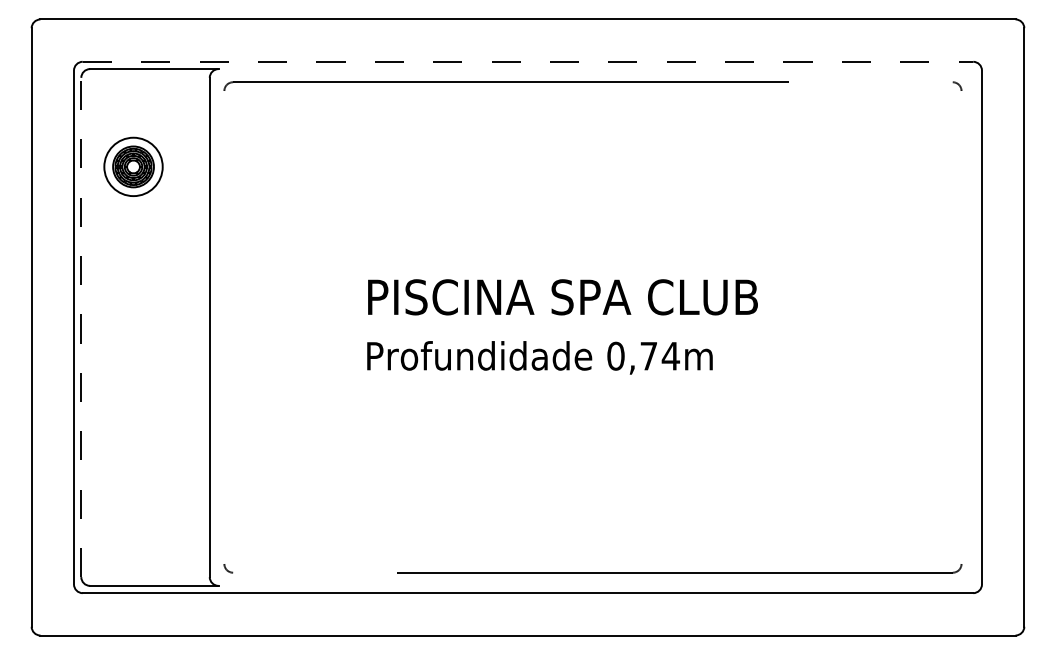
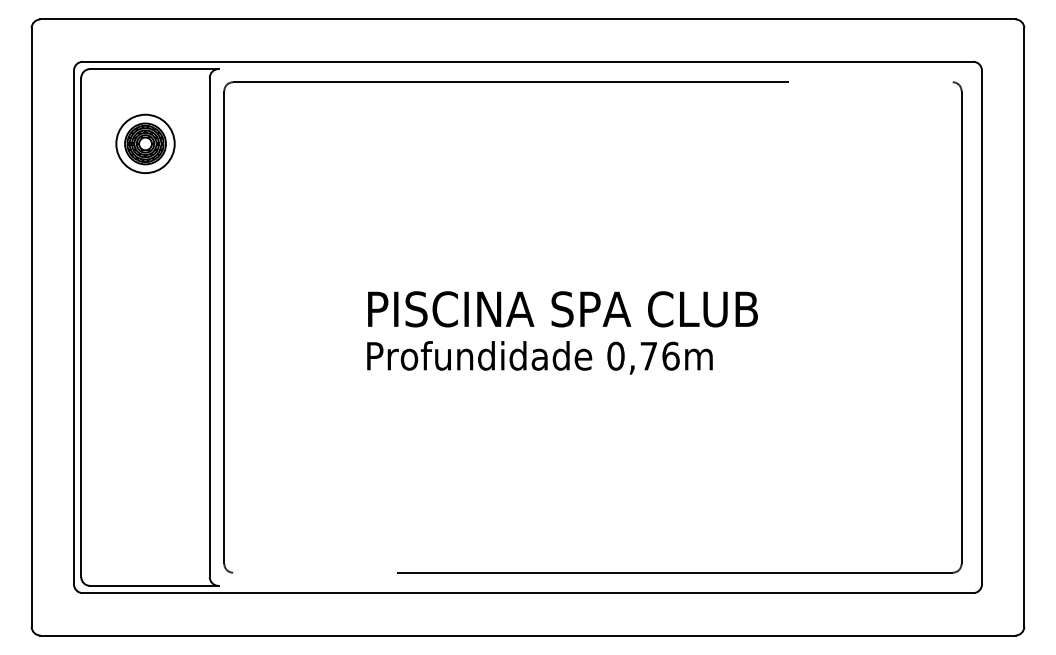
line at (528, 61): dashed -> solid
part at (133, 166) position: (133, 166) -> (145, 143)
text at (562, 297) position: (562, 297) -> (562, 309)
line at (81, 327): dashed -> solid
line at (224, 327): none -> present
line at (961, 327): none -> present
text at (670, 355): 0,74m -> 0,76m
